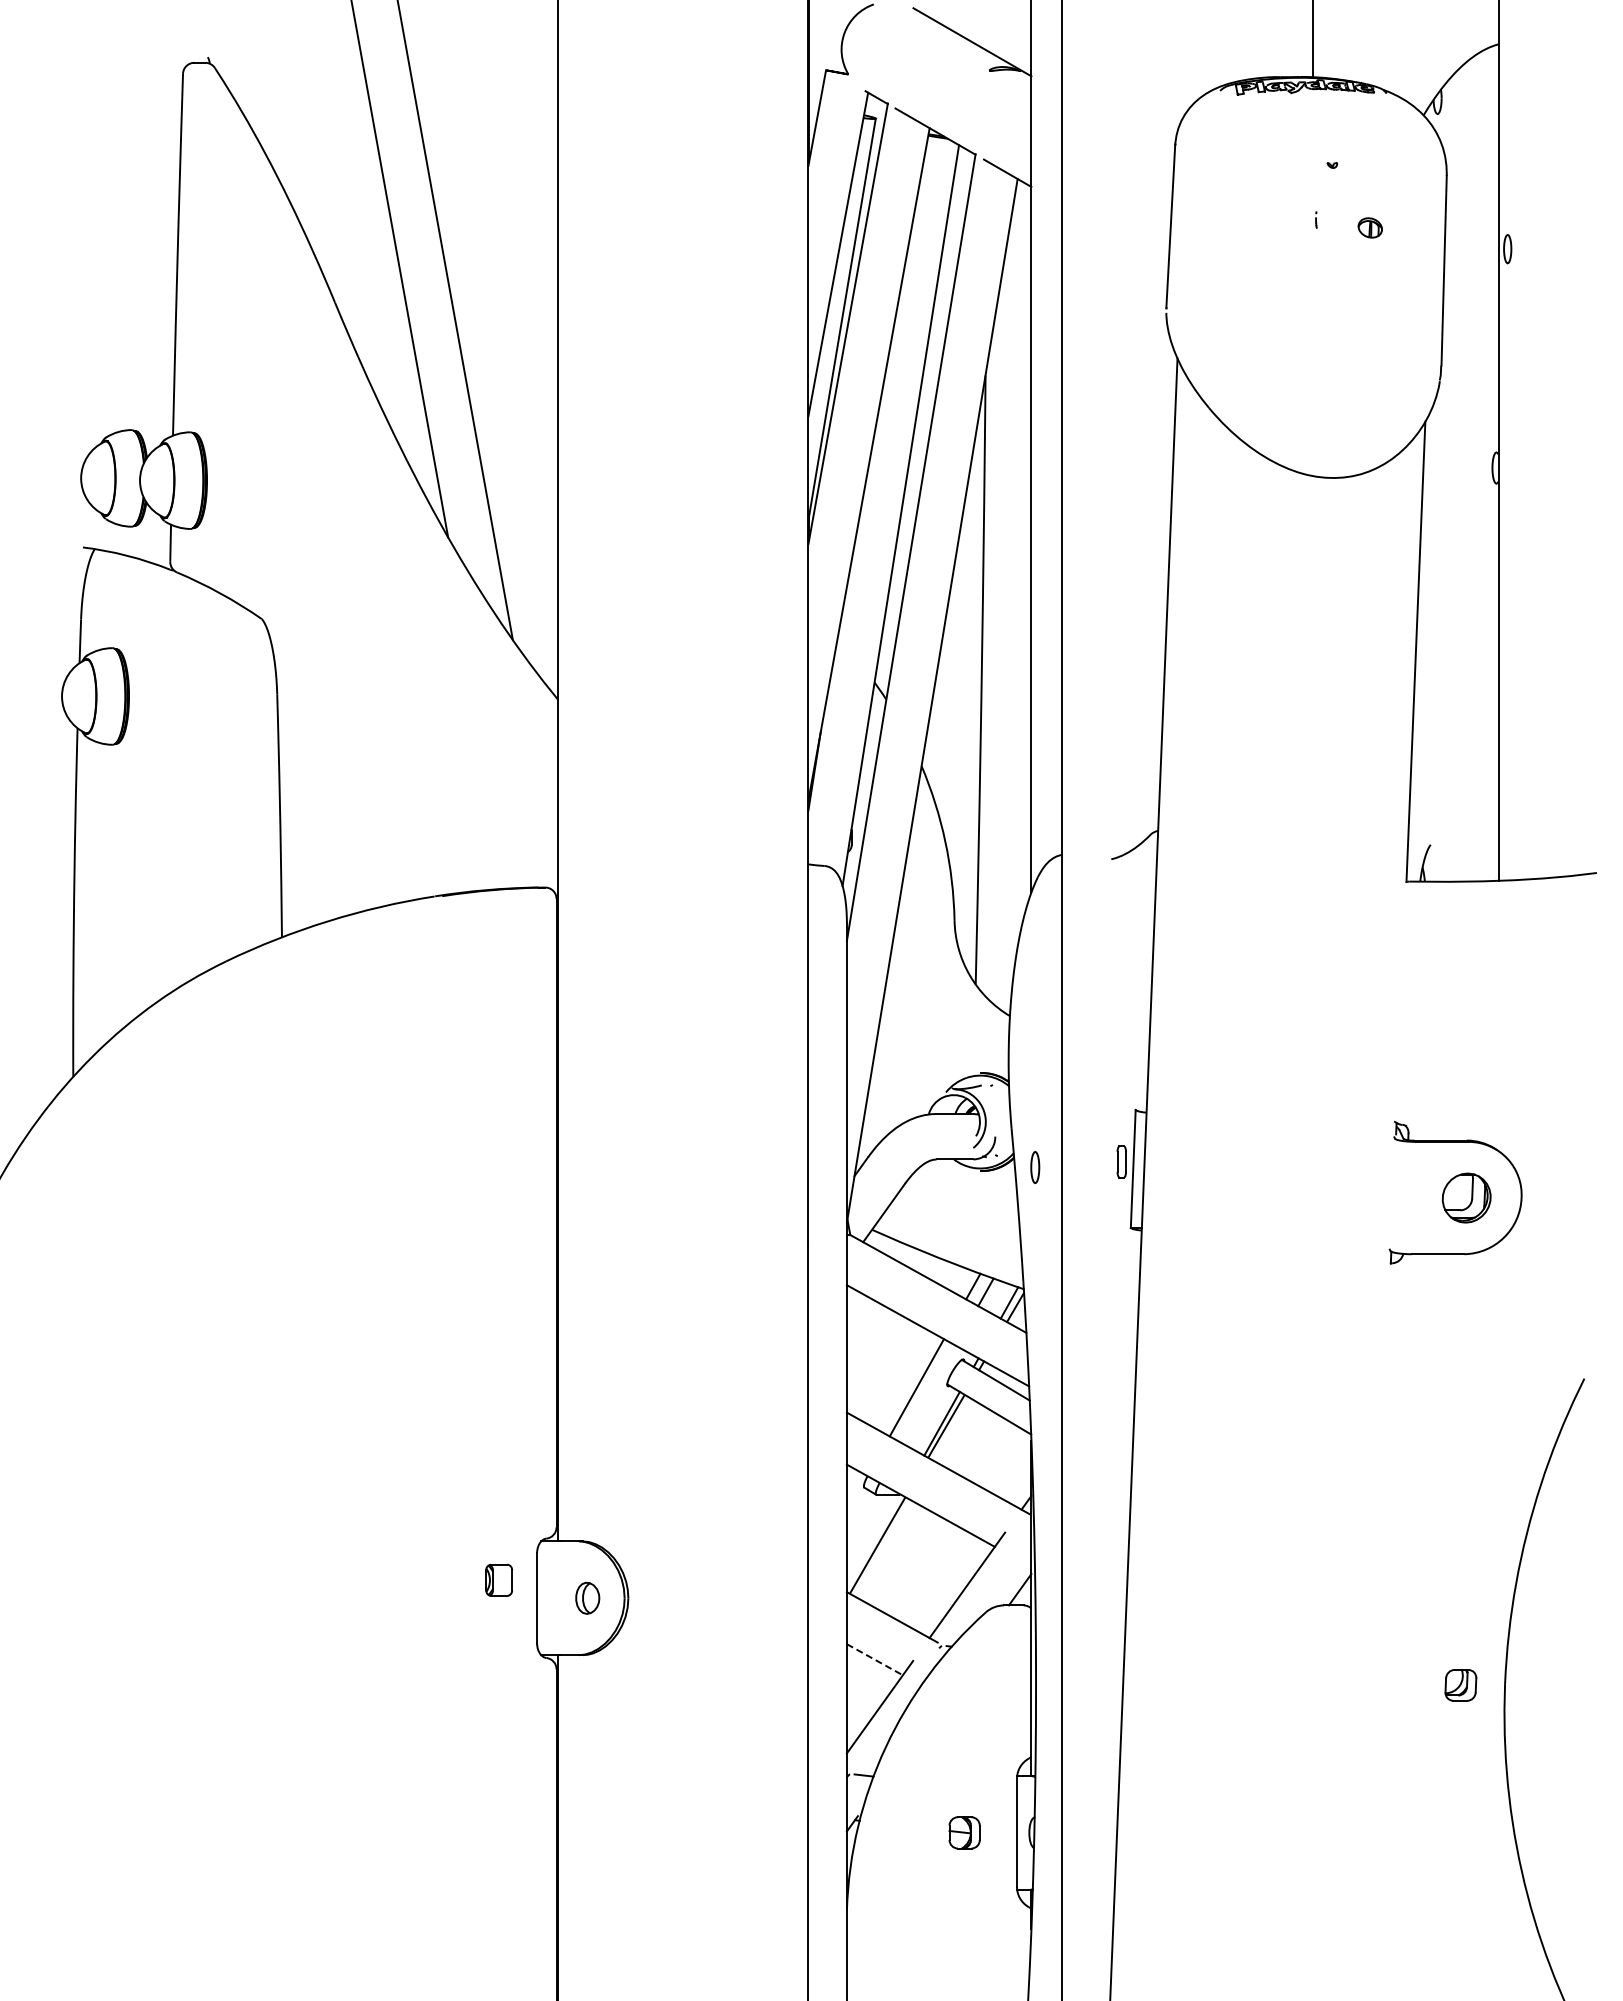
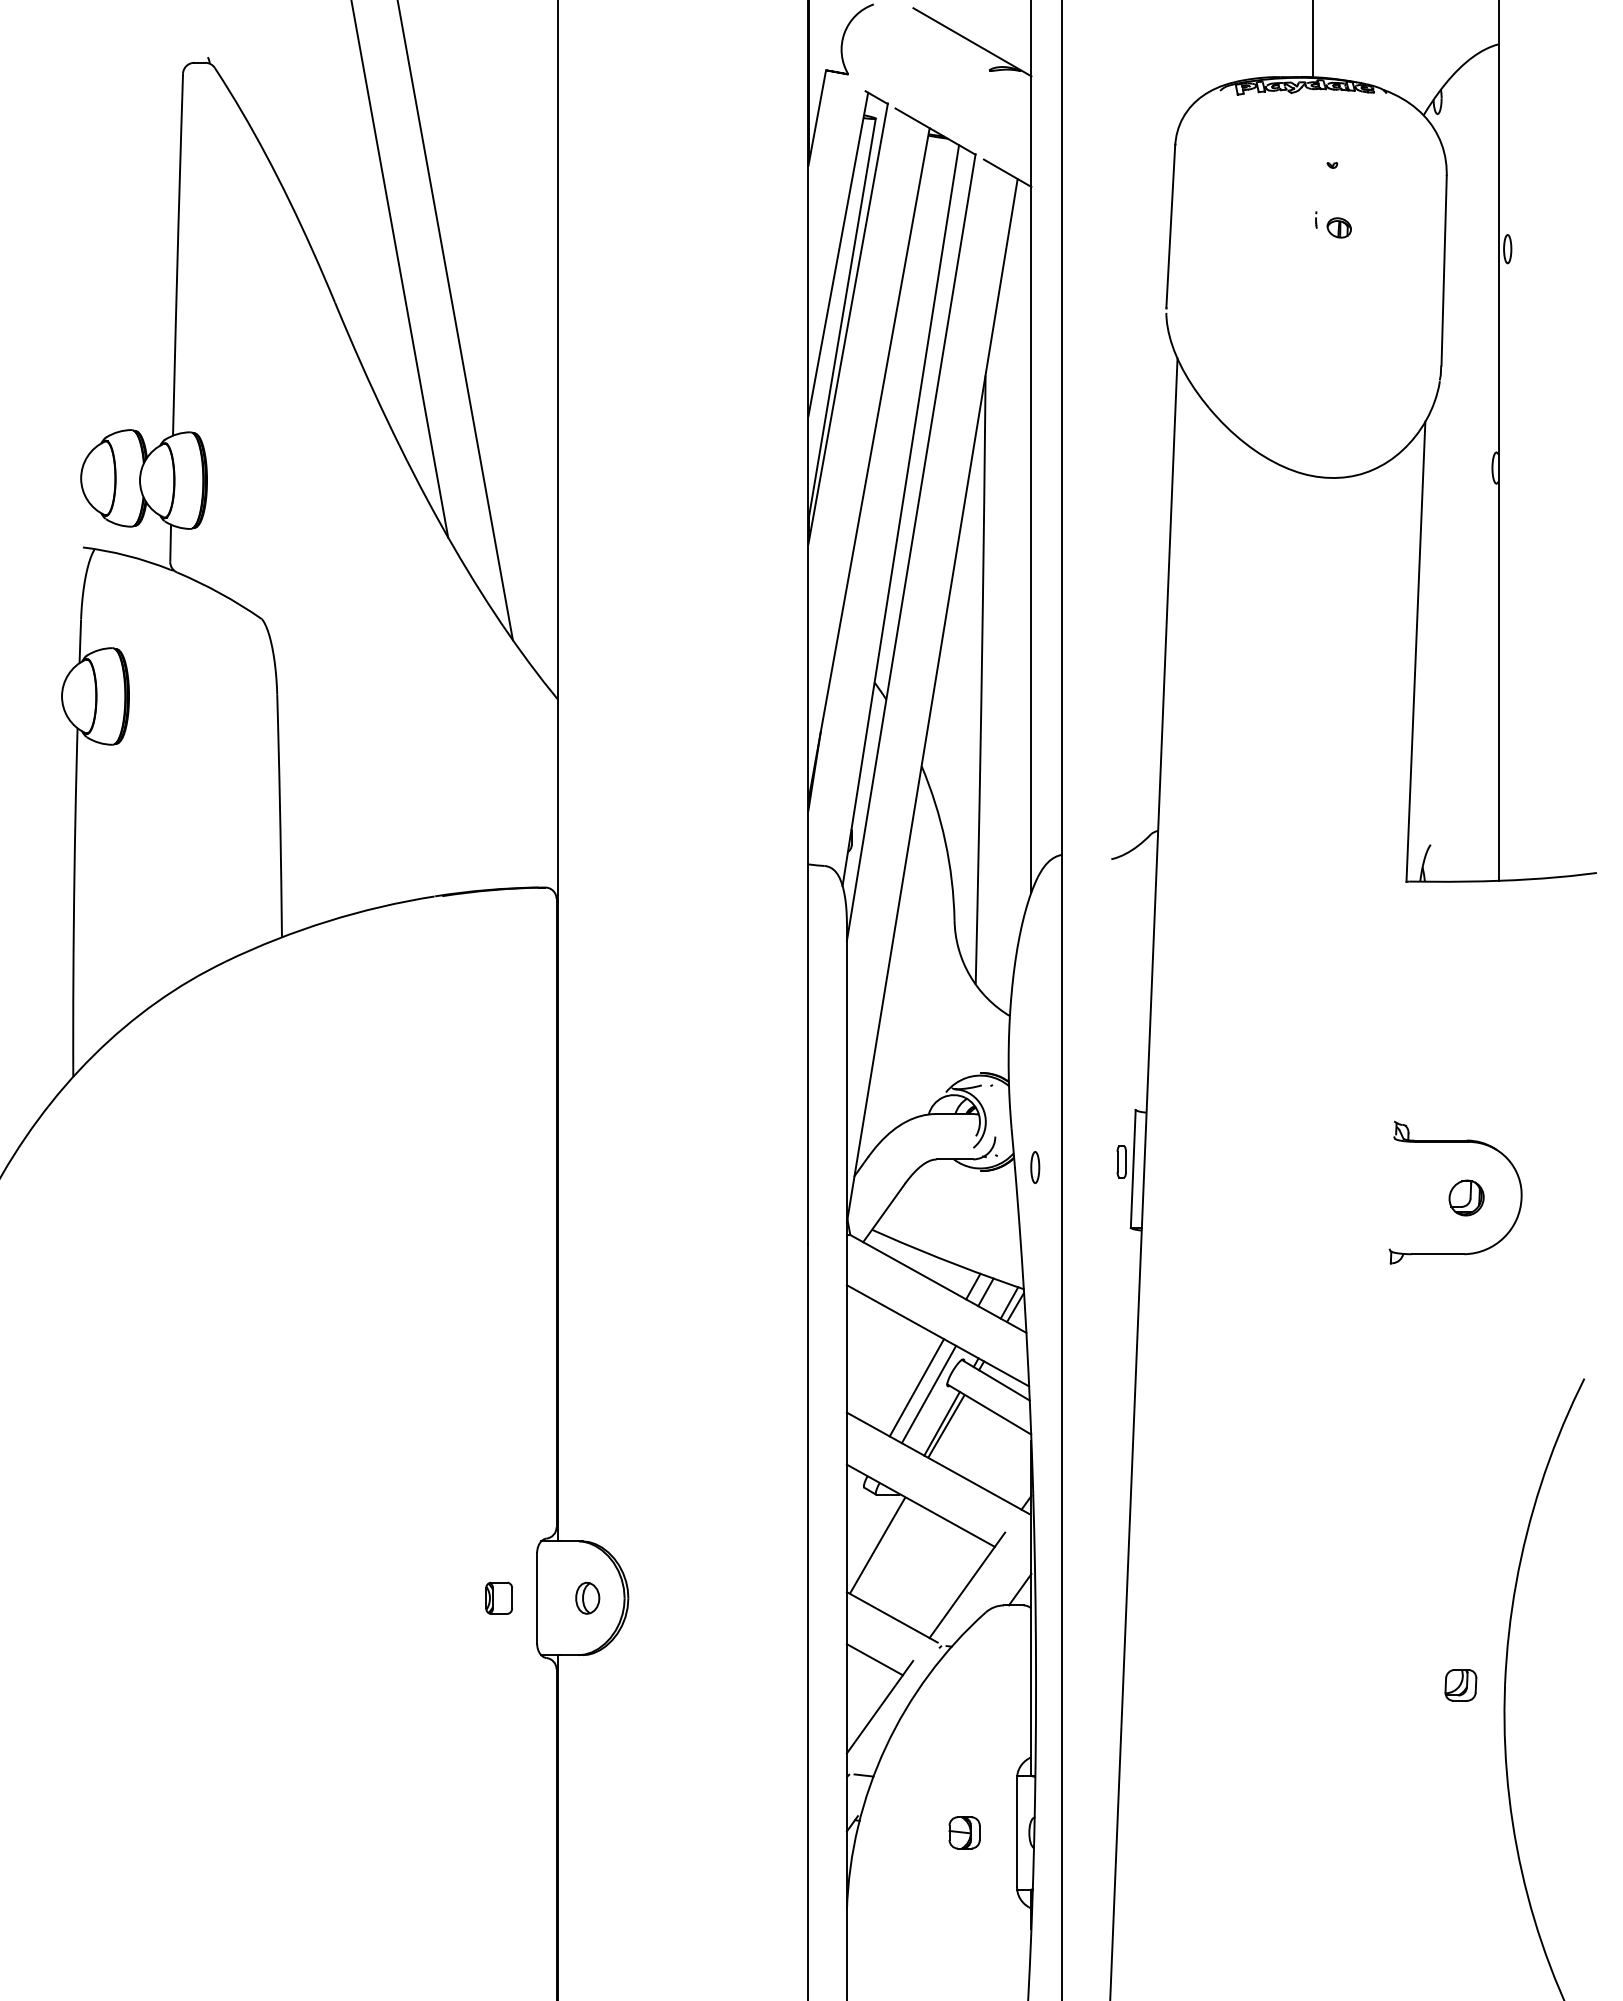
part at (1369, 227) position: (1369, 227) -> (1338, 227)
part at (1466, 1197) size: 51x52 px -> 37x38 px
line at (928, 1394): none -> present
part at (498, 1579) position: (498, 1579) -> (498, 1597)
line at (875, 1659): dashed -> solid
